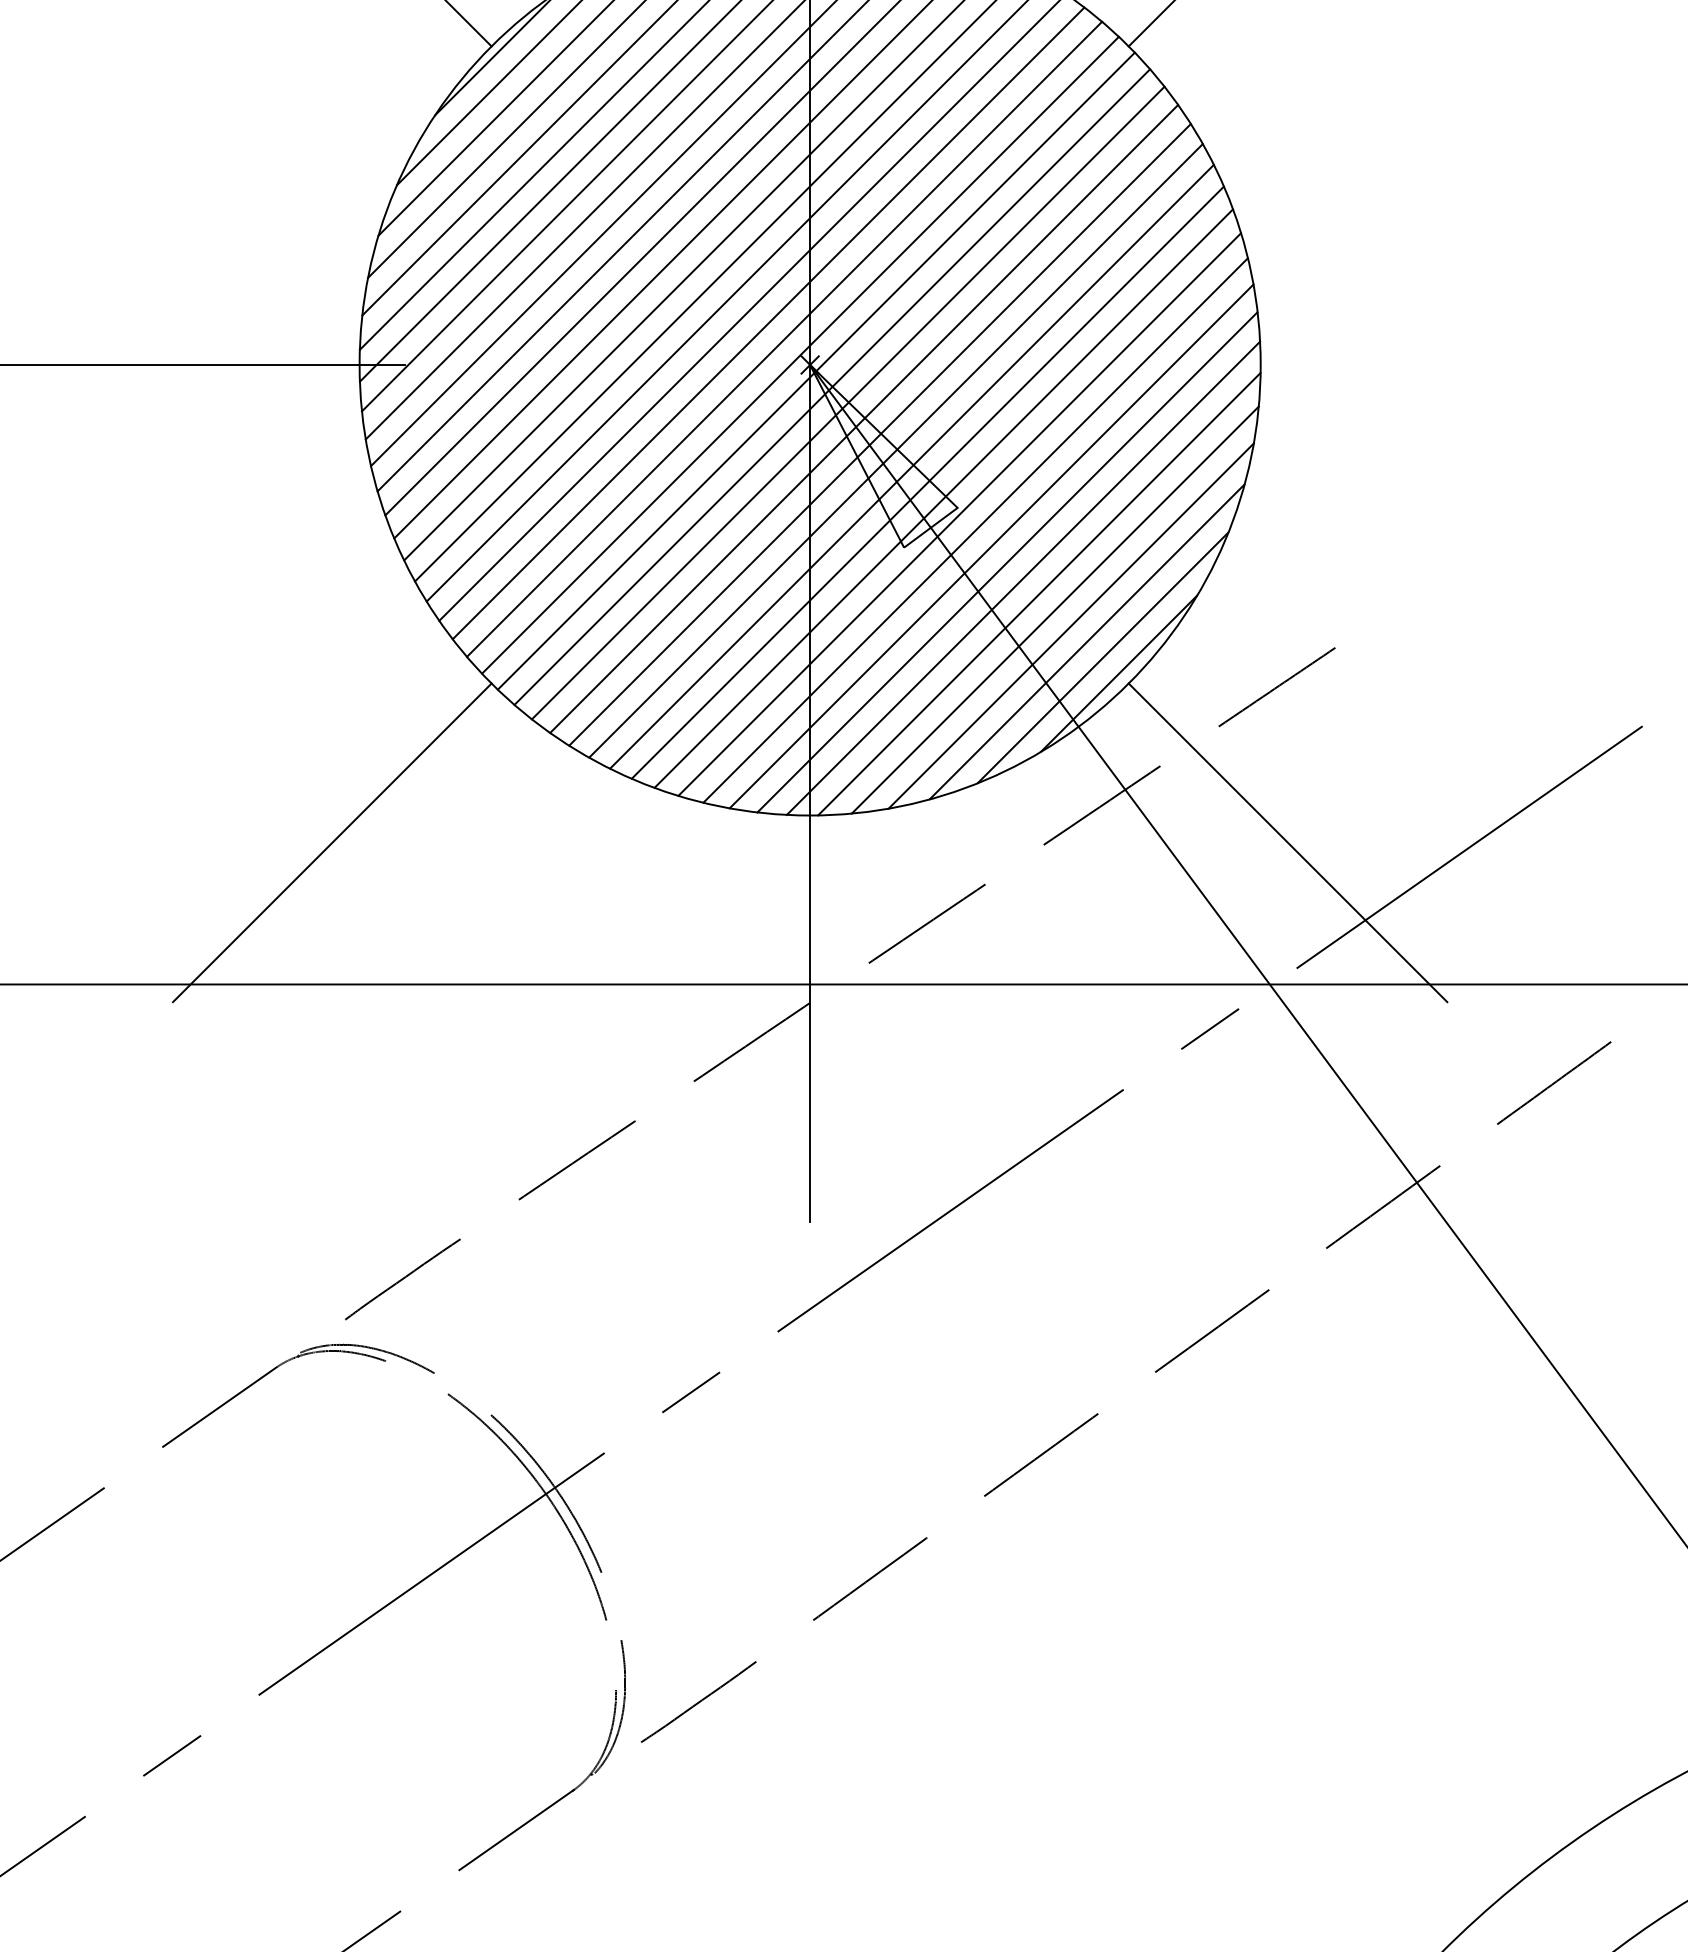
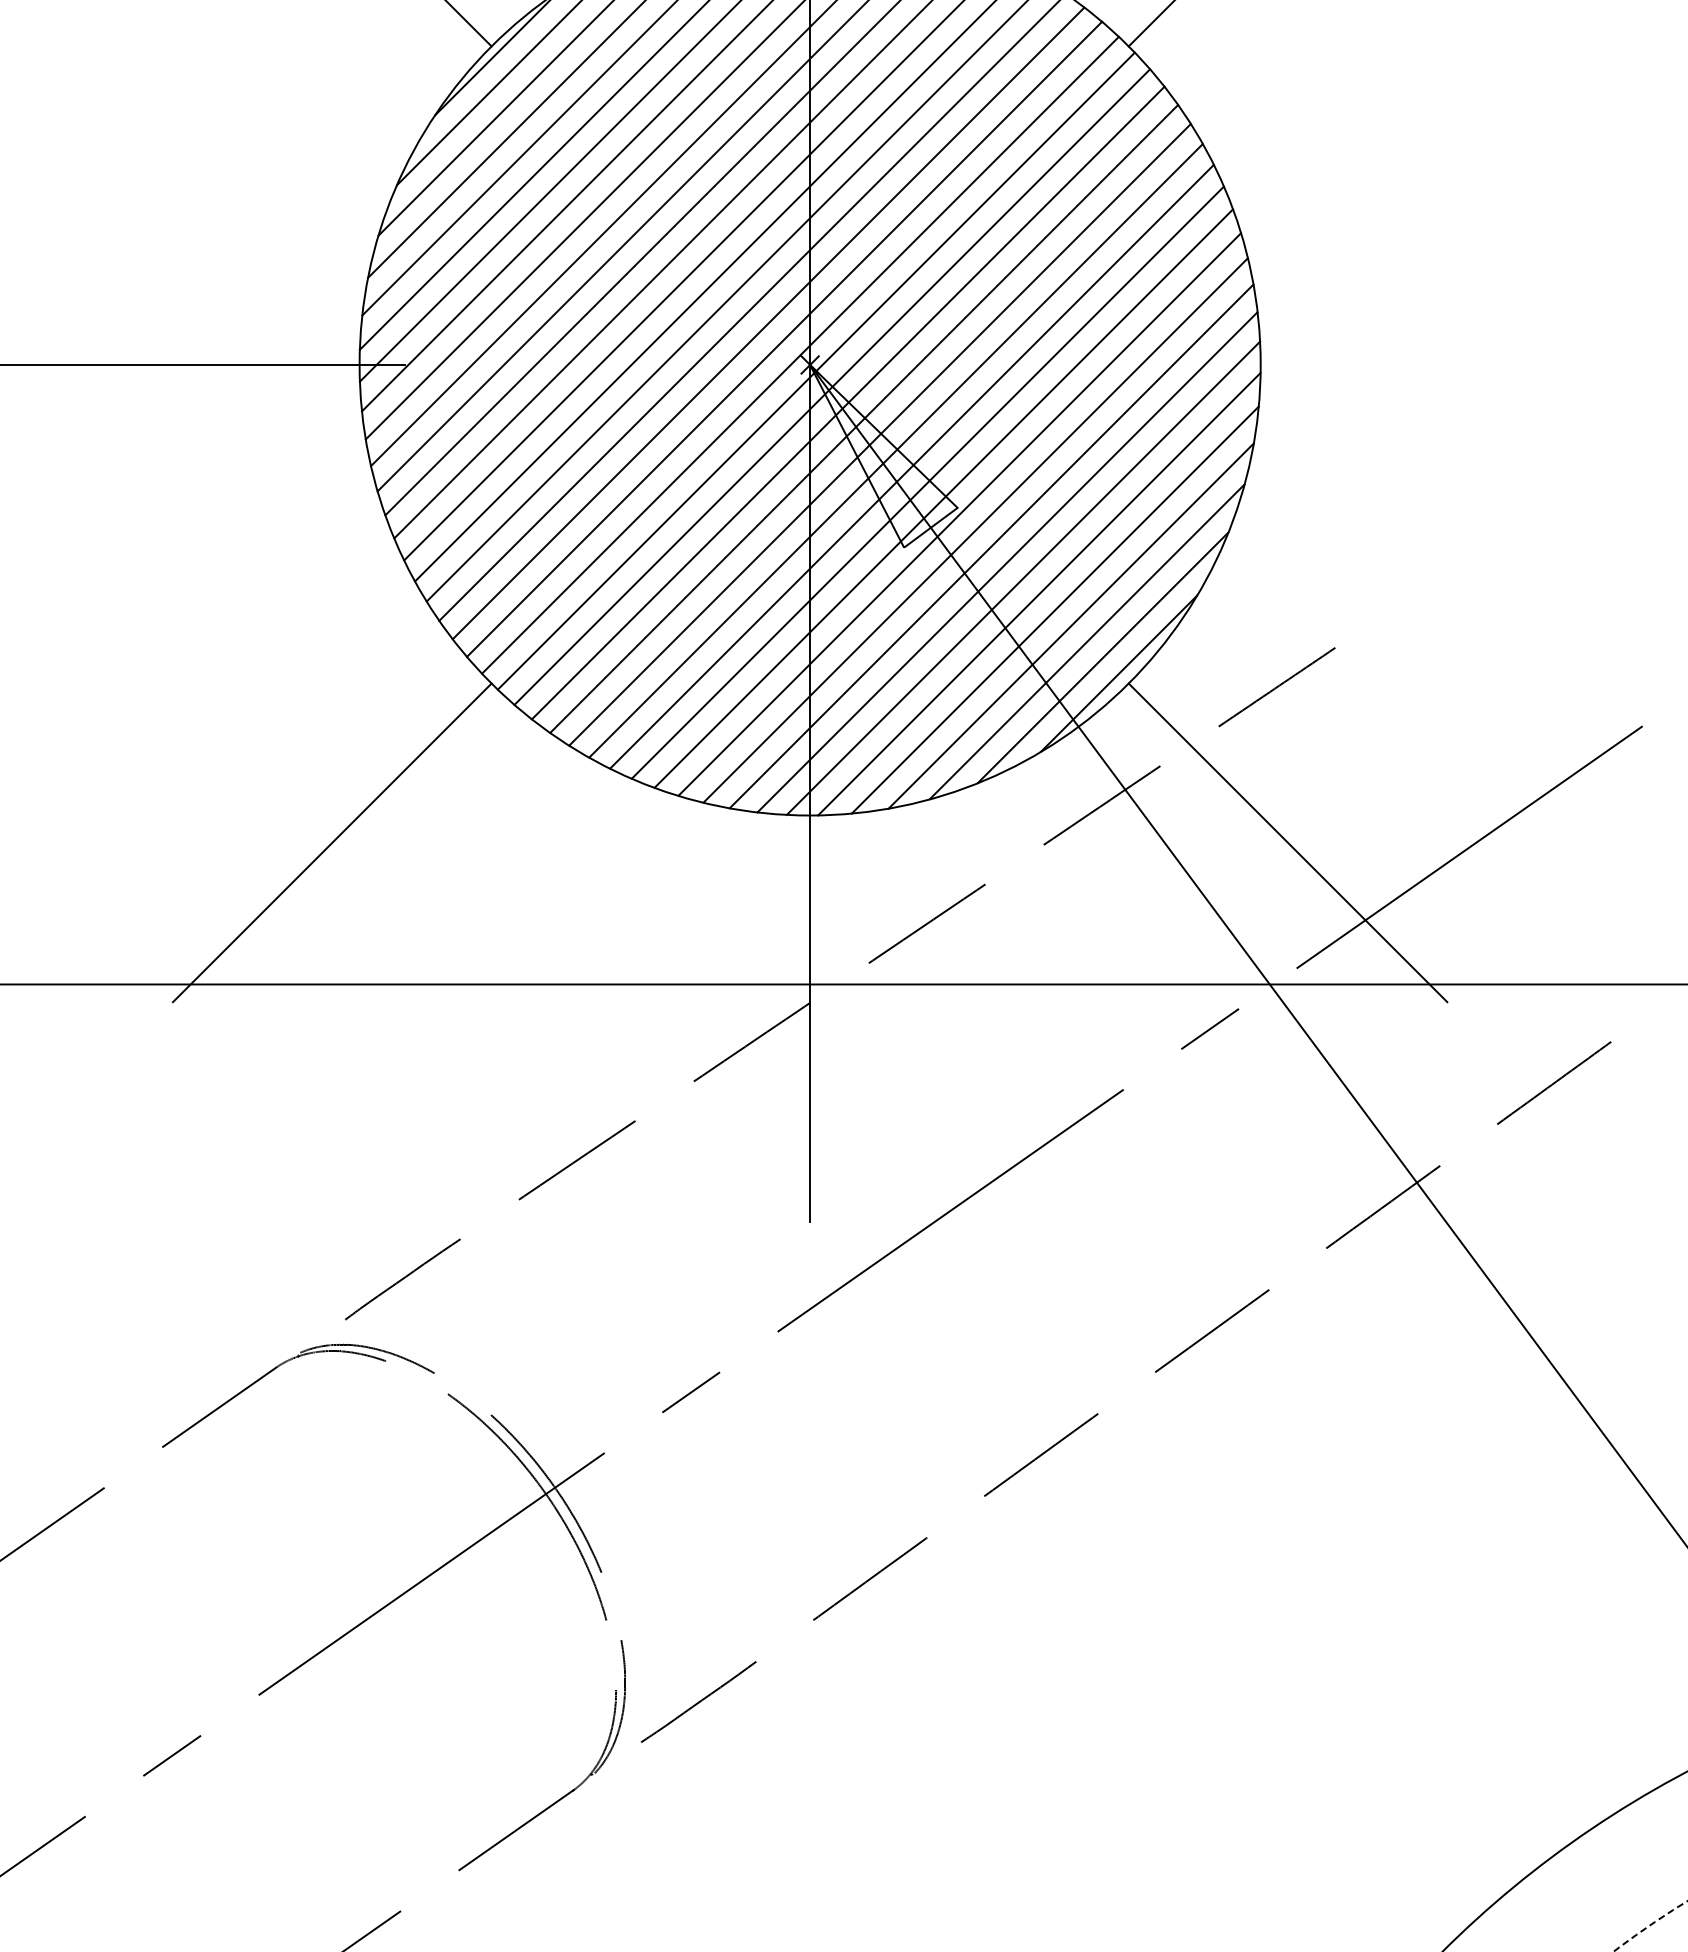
circle at (1650, 1926): solid -> dashed
